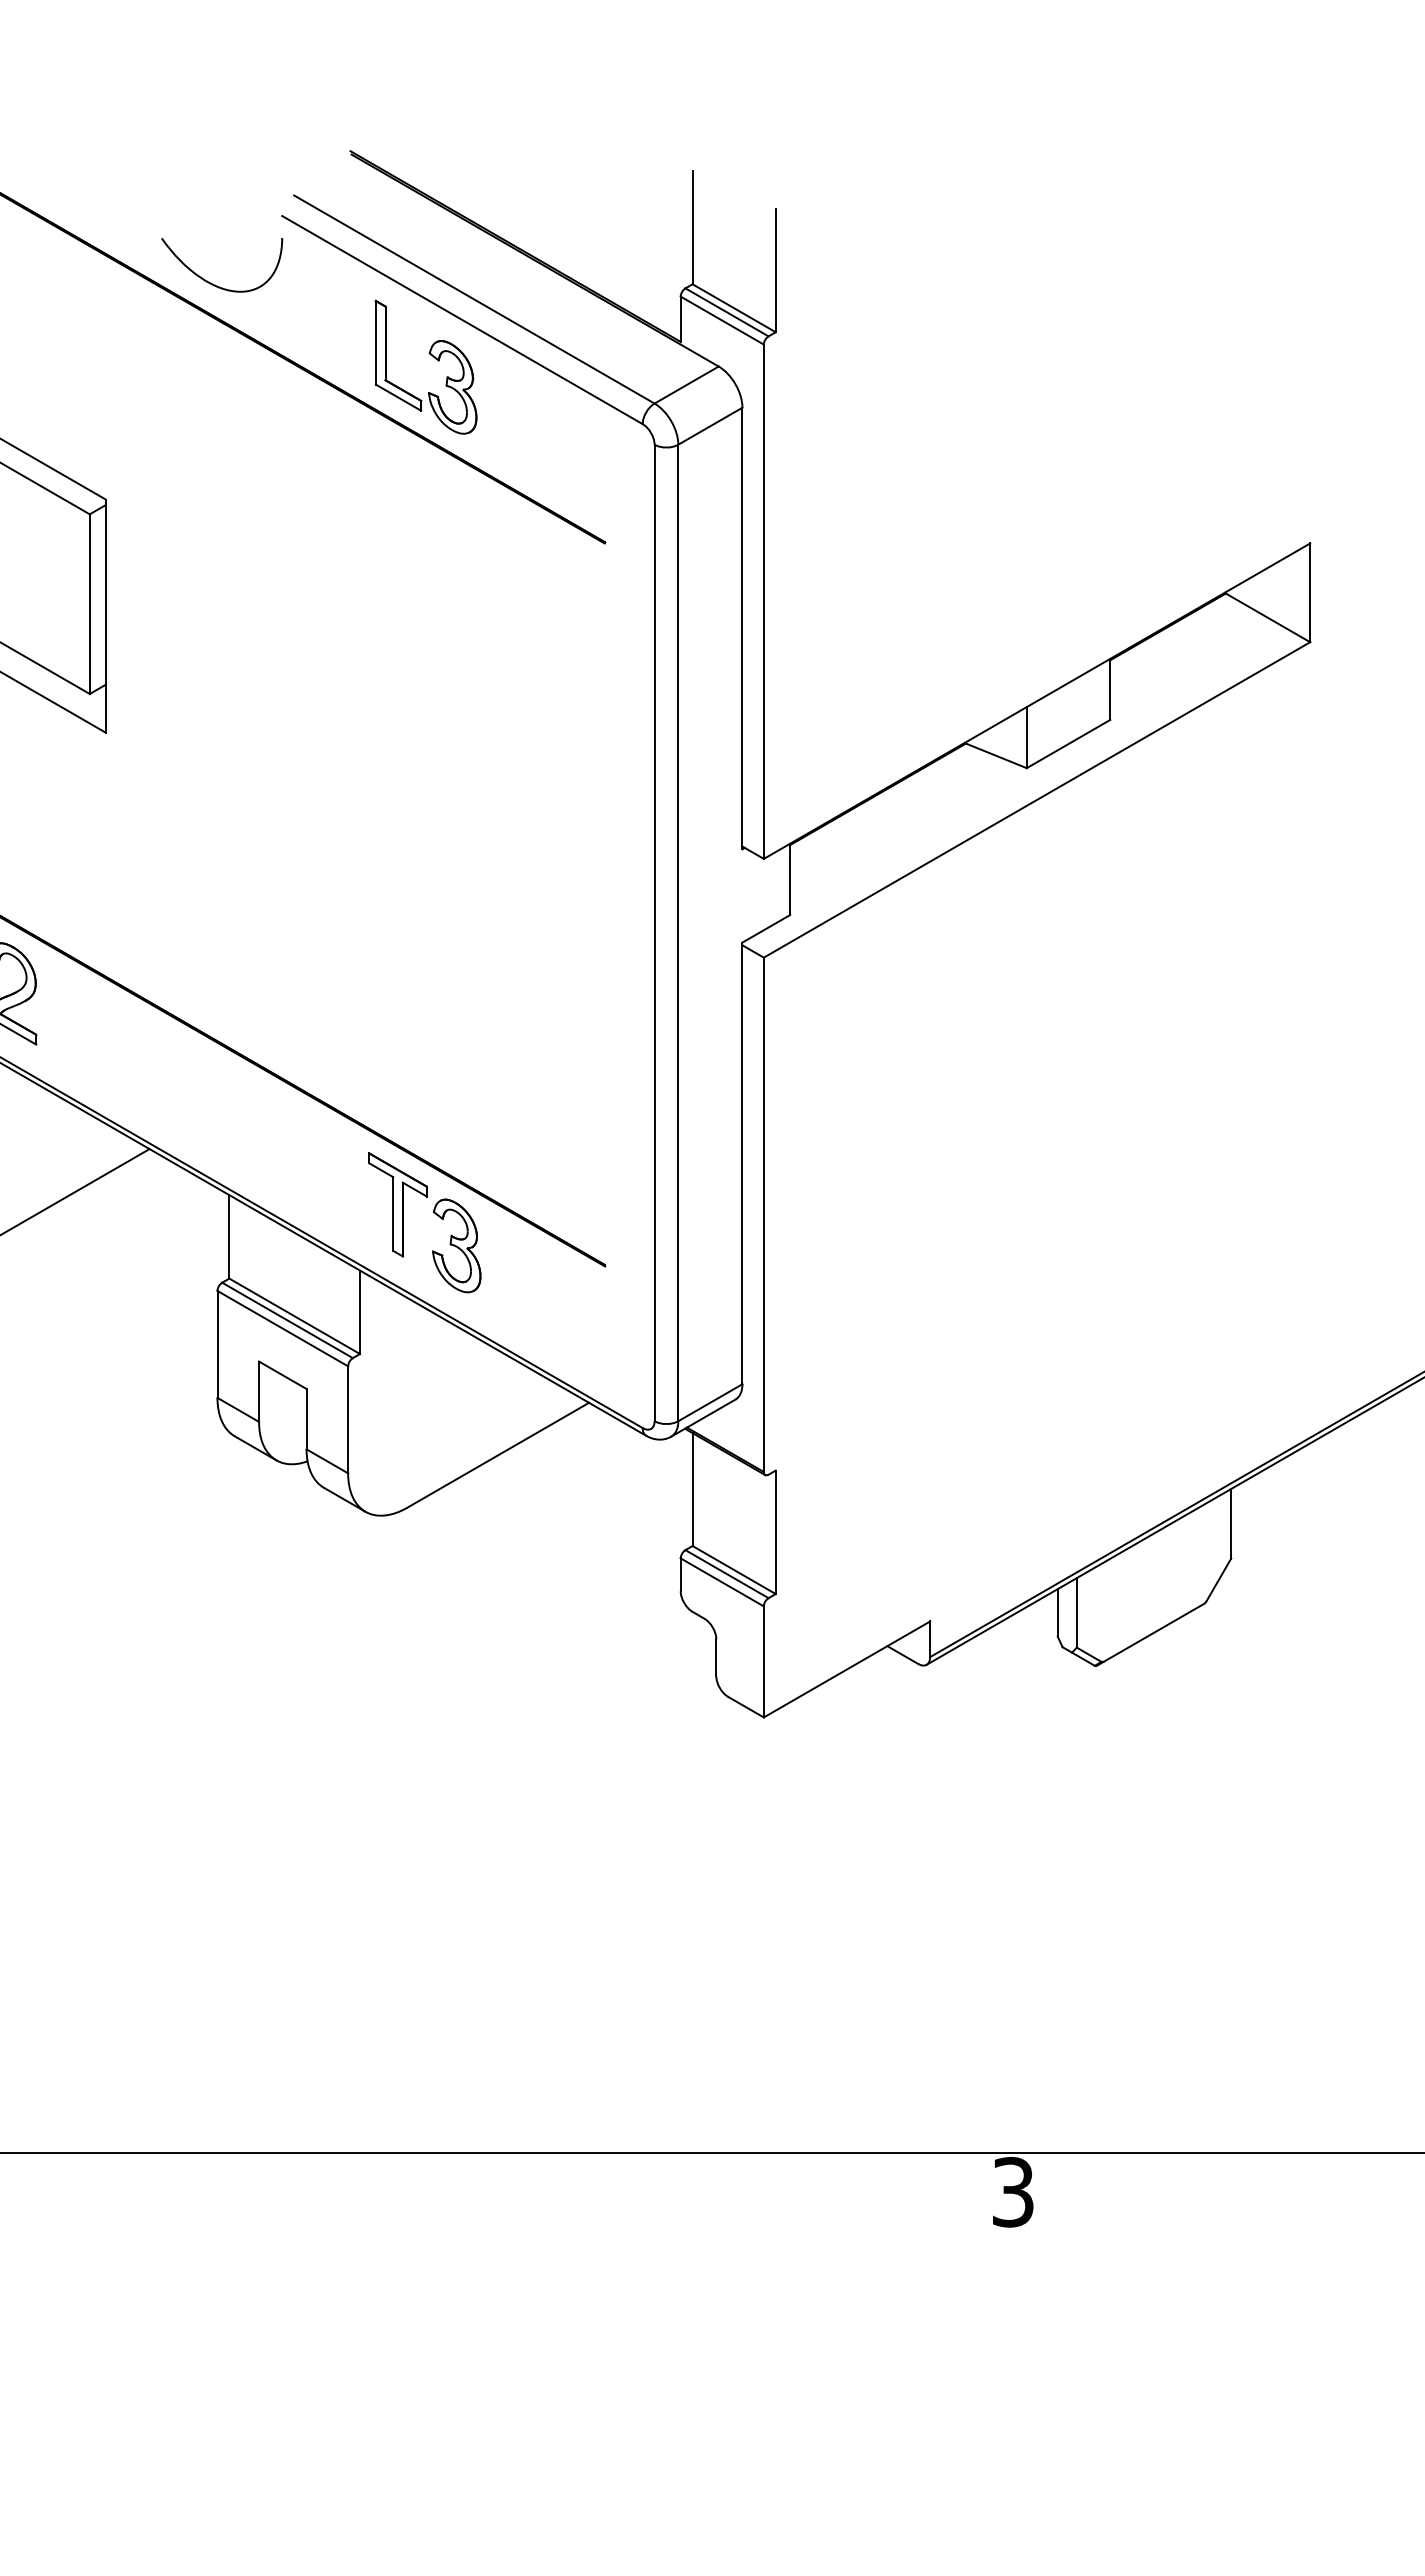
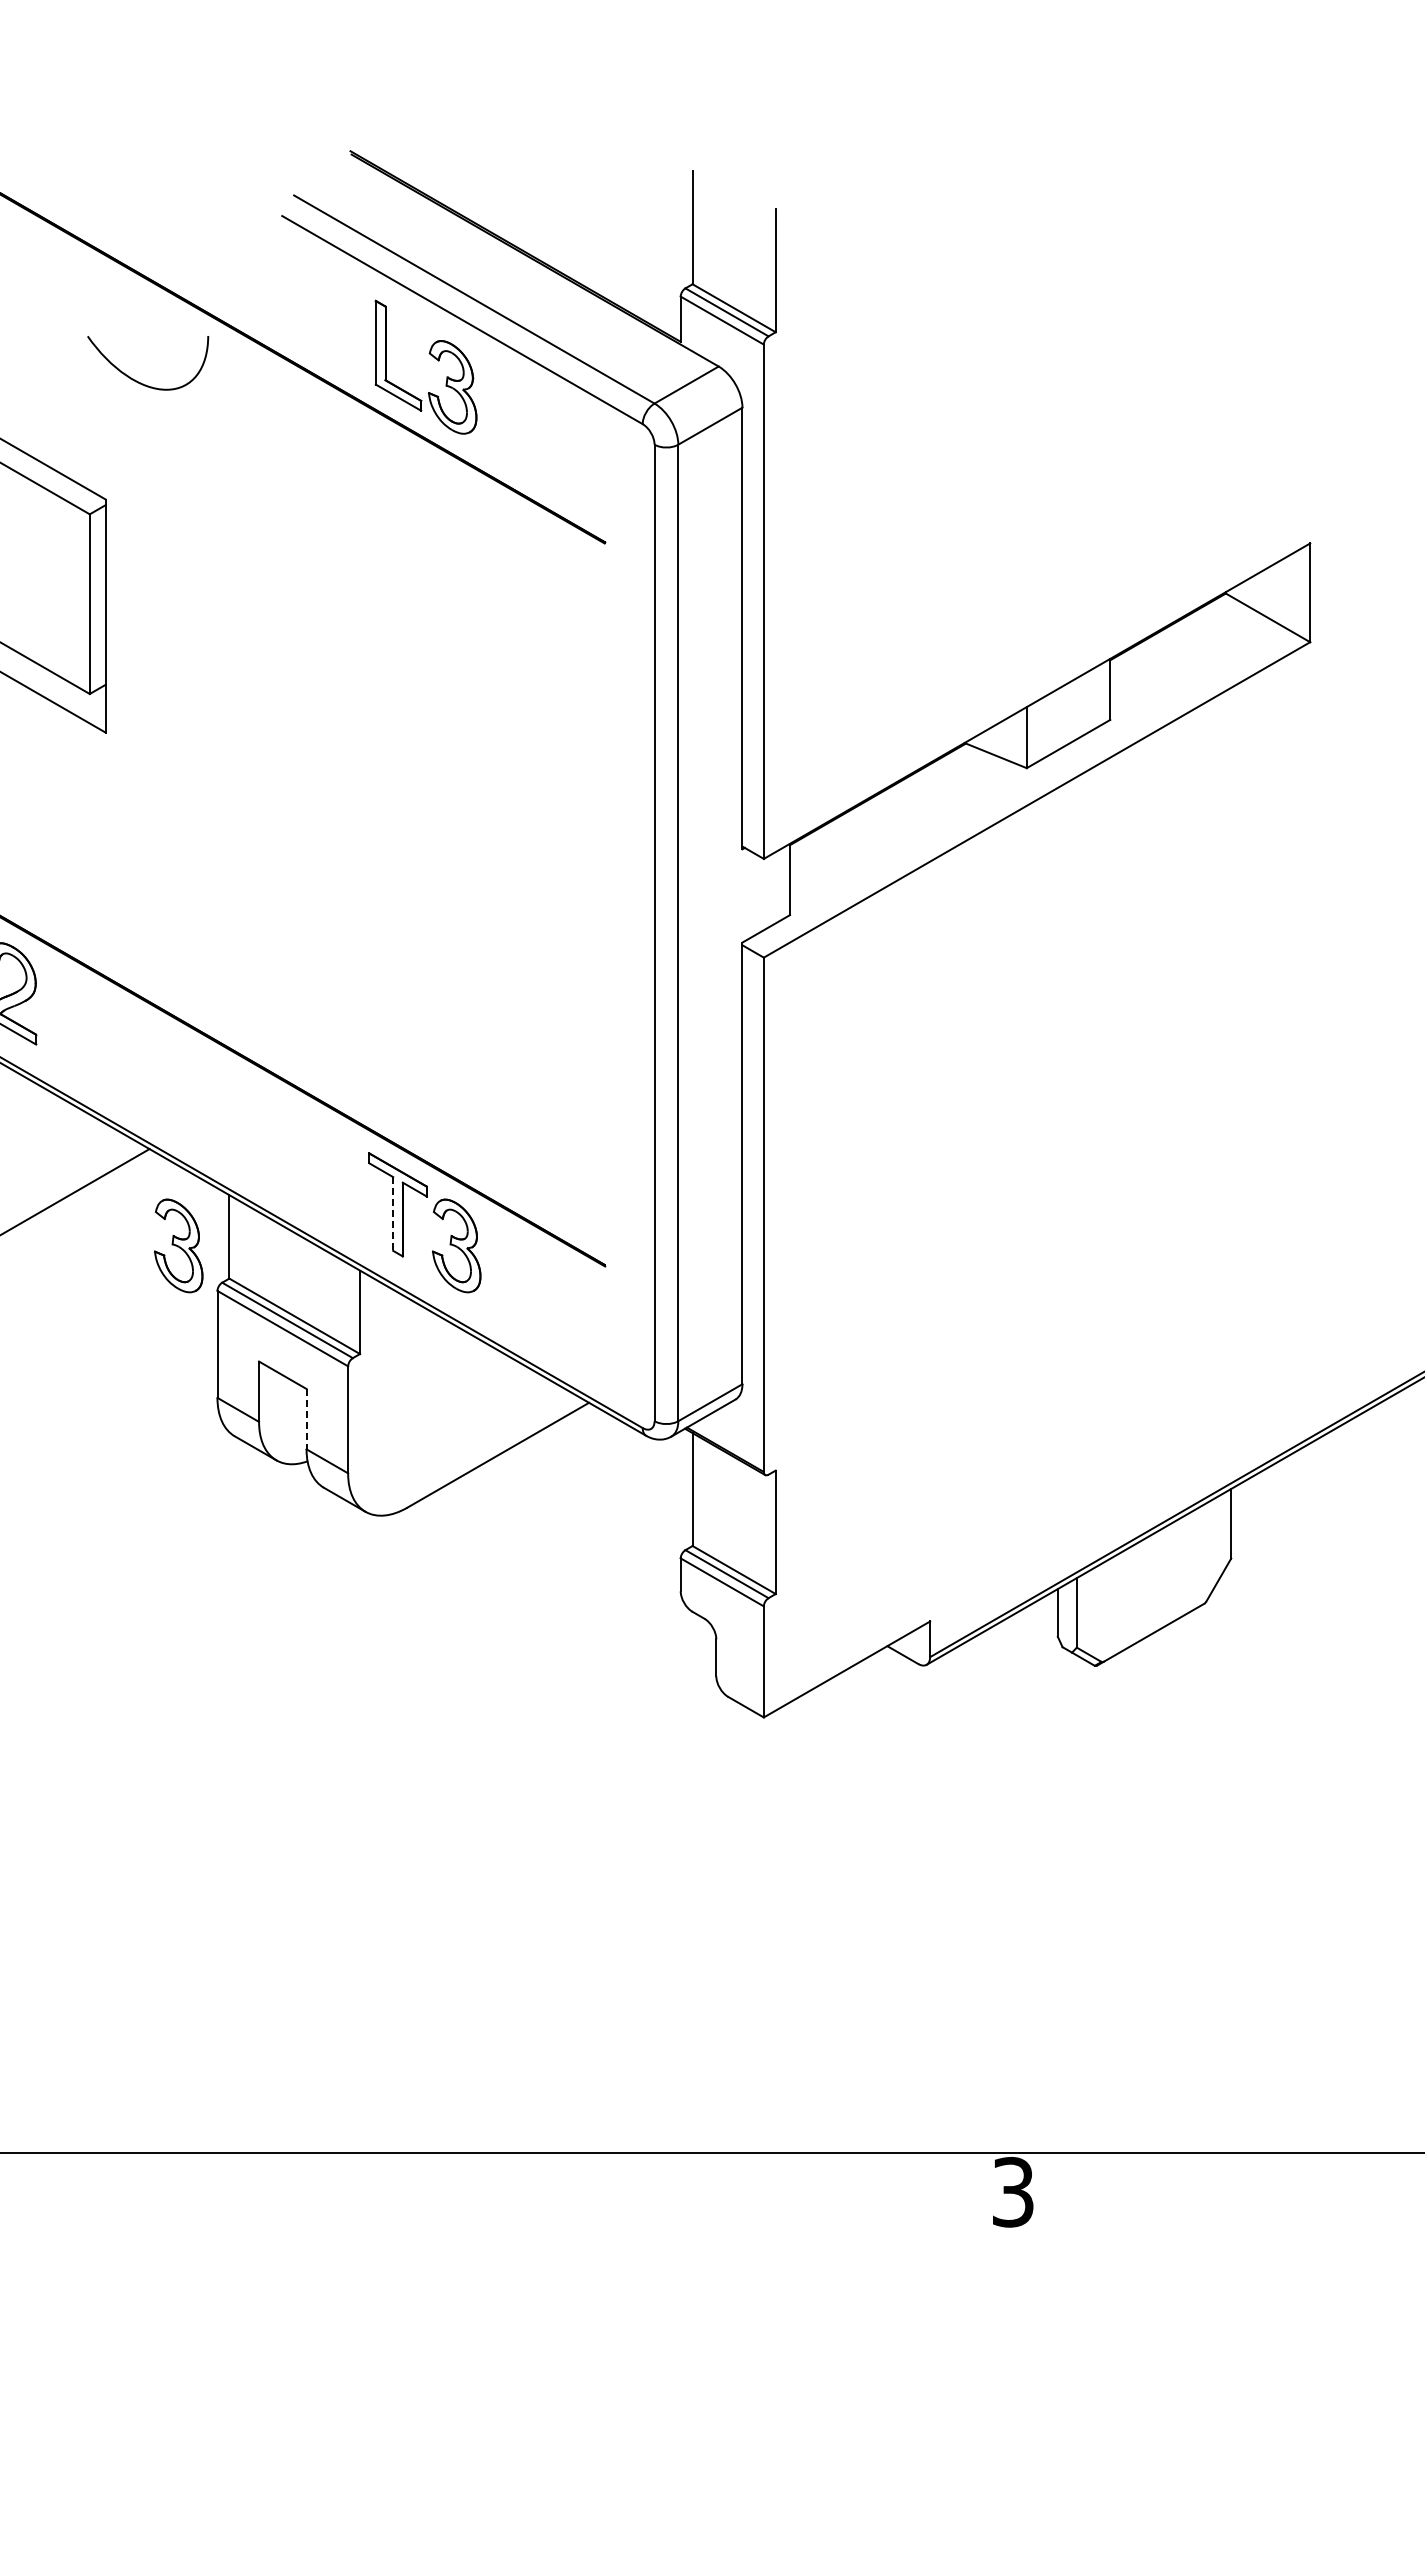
curve at (215, 284) position: (215, 284) -> (141, 382)
line at (393, 1213): solid -> dashed
part at (178, 1245): none -> present
line at (306, 1419): solid -> dashed
